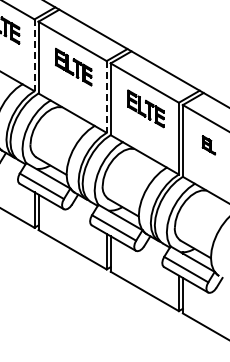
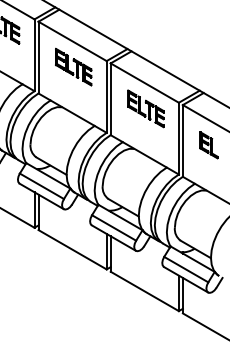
line at (34, 55): dashed -> solid
line at (106, 96): dashed -> solid
part at (208, 145) size: 16x21 px -> 20x29 px
